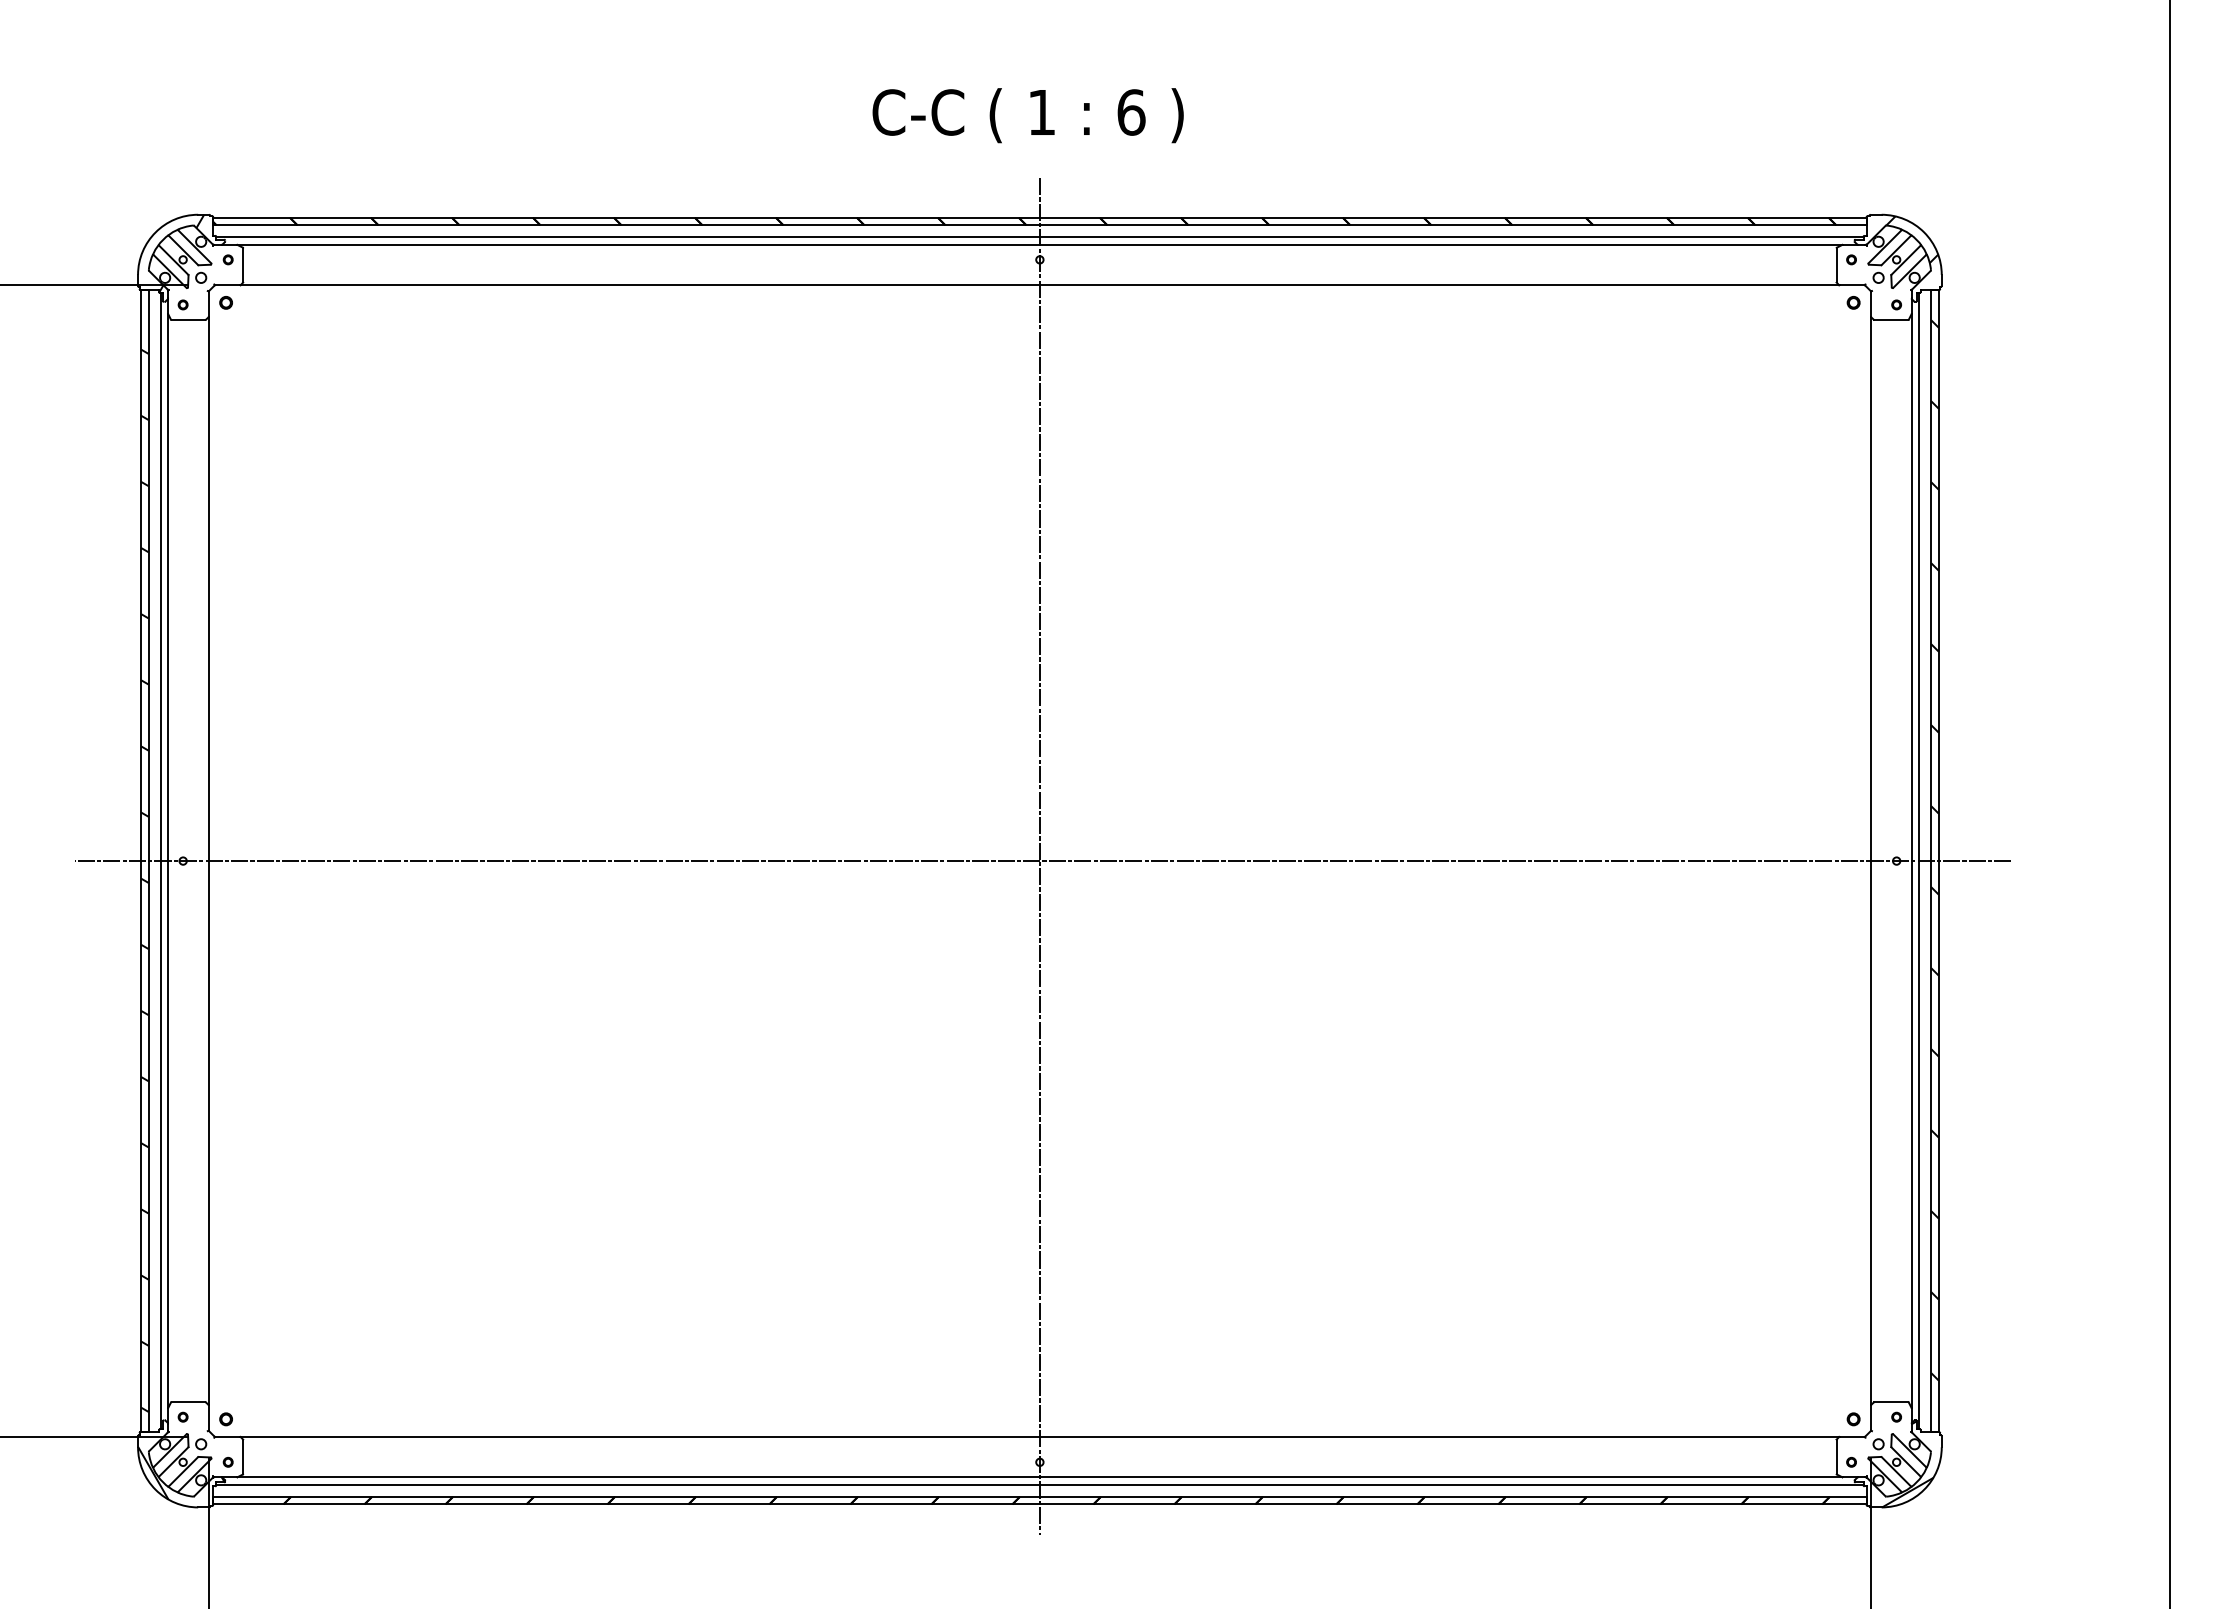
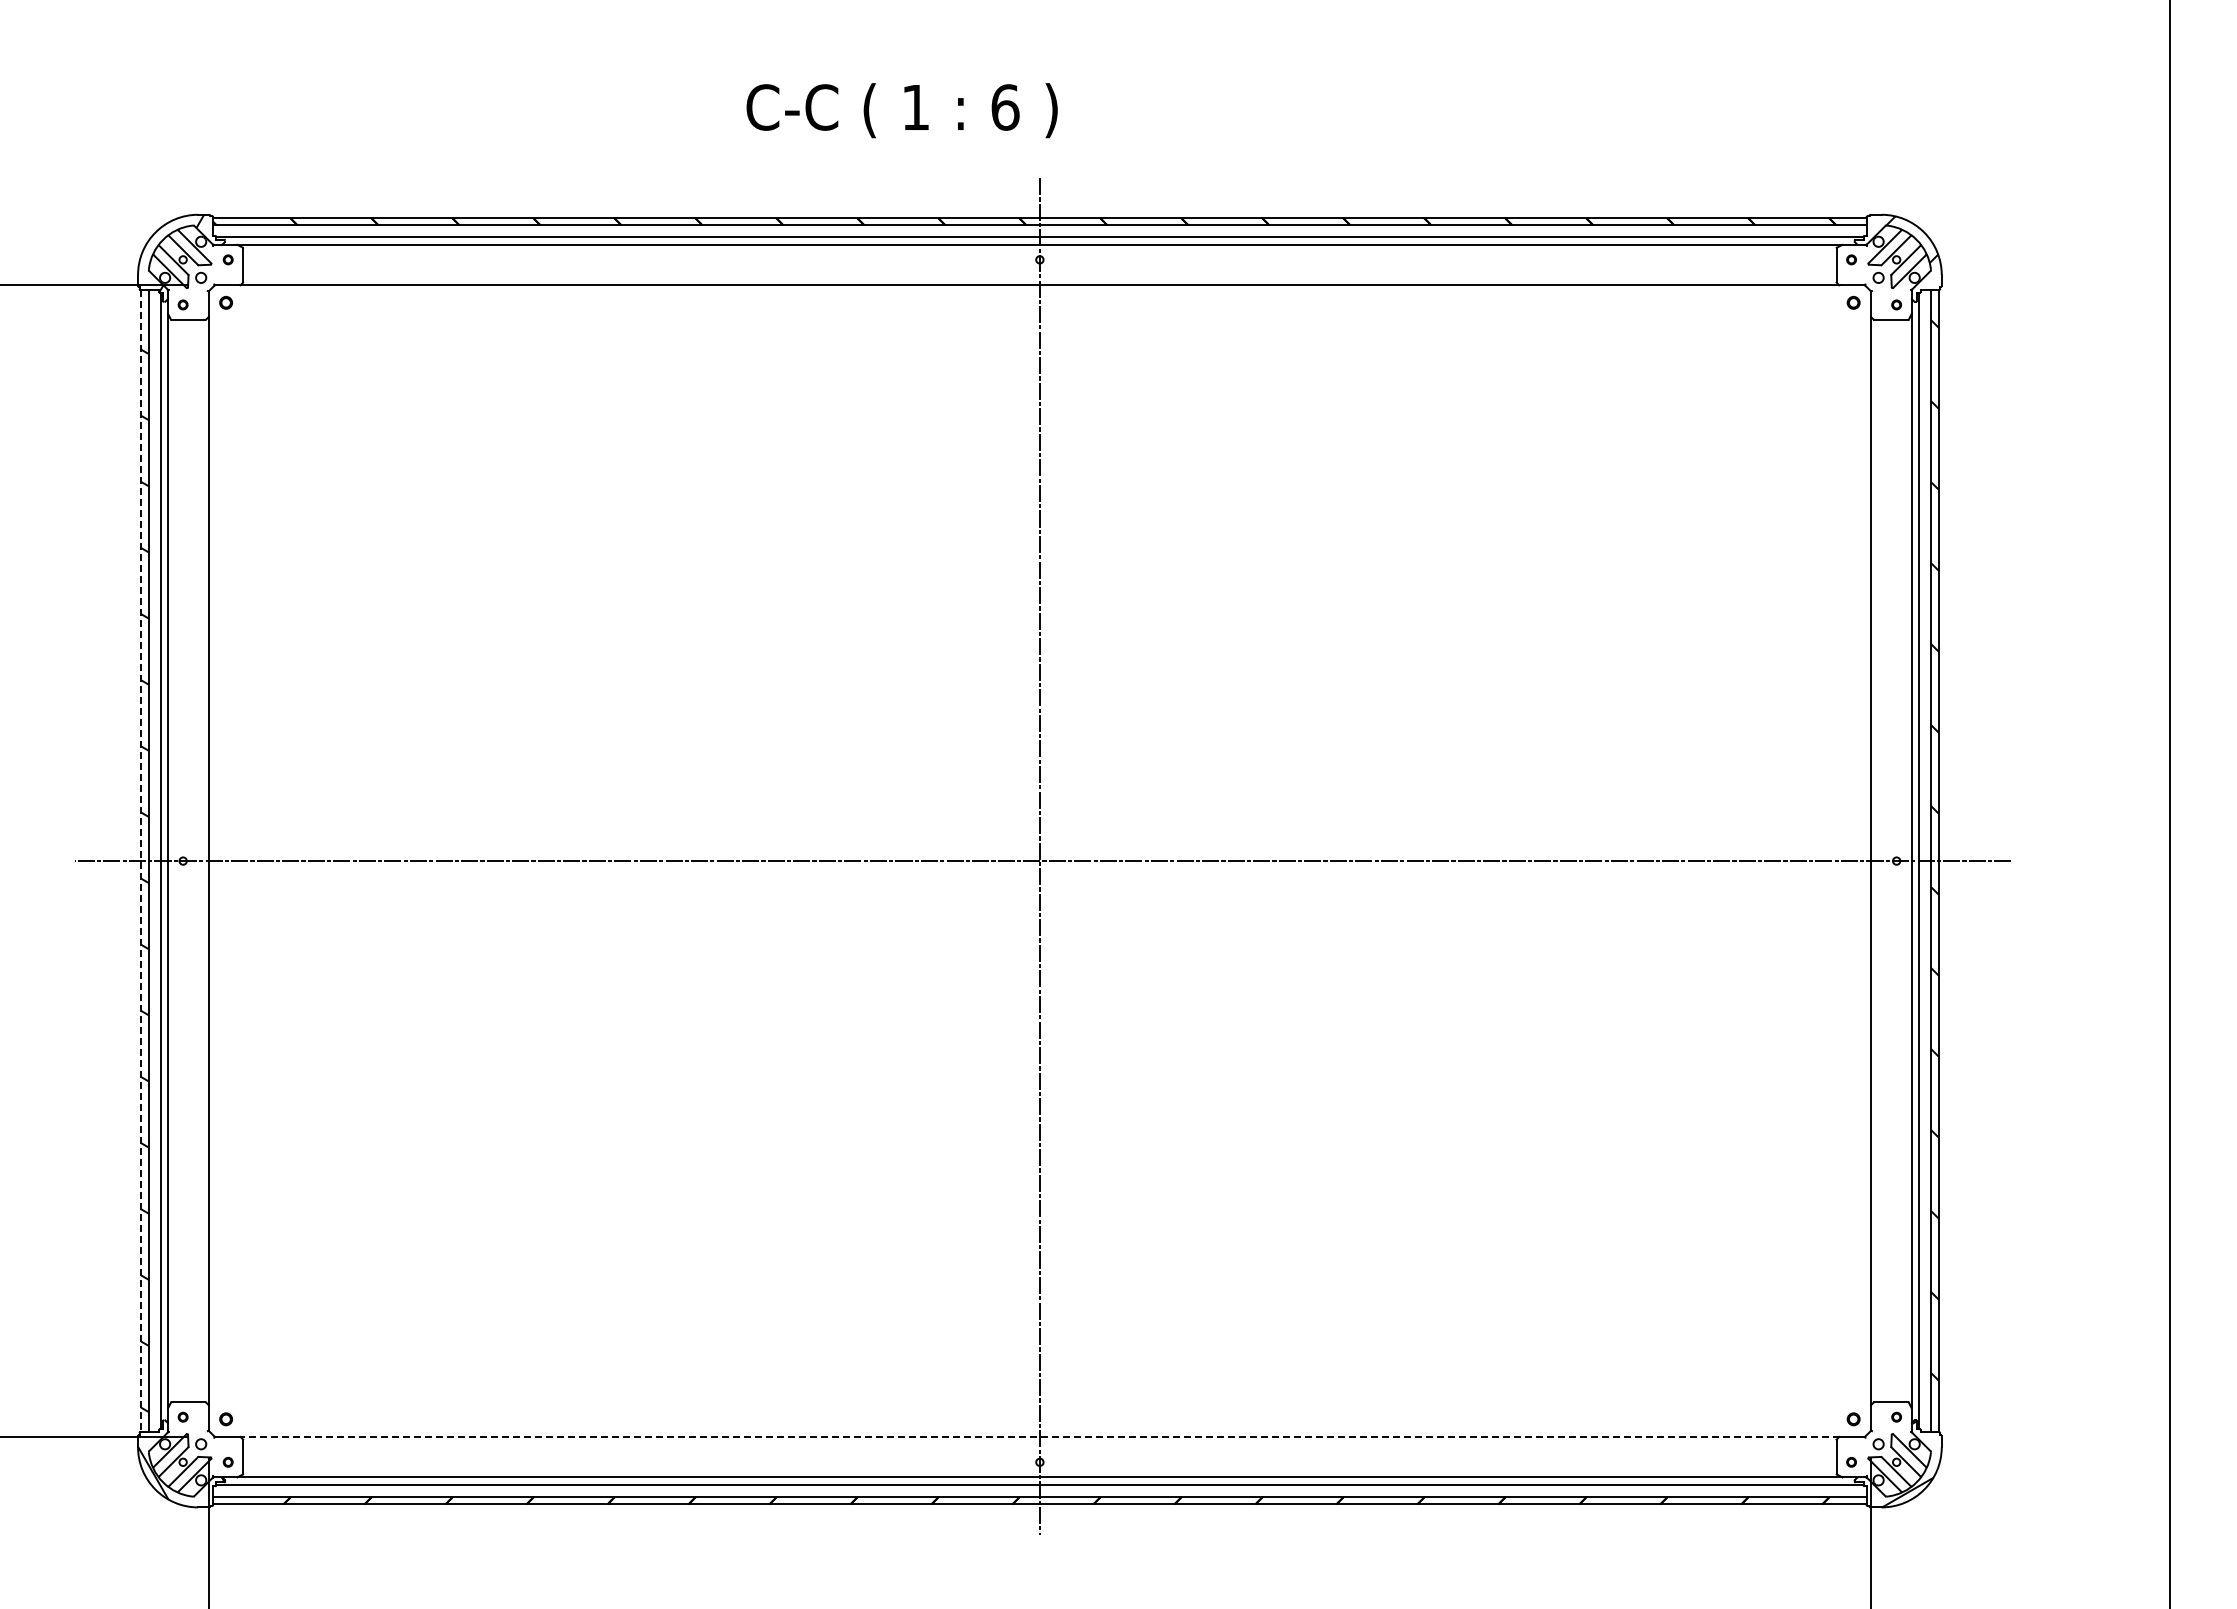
text at (1027, 115) position: (1027, 115) -> (901, 110)
line at (141, 861): solid -> dashed
line at (1039, 1436): solid -> dashed
